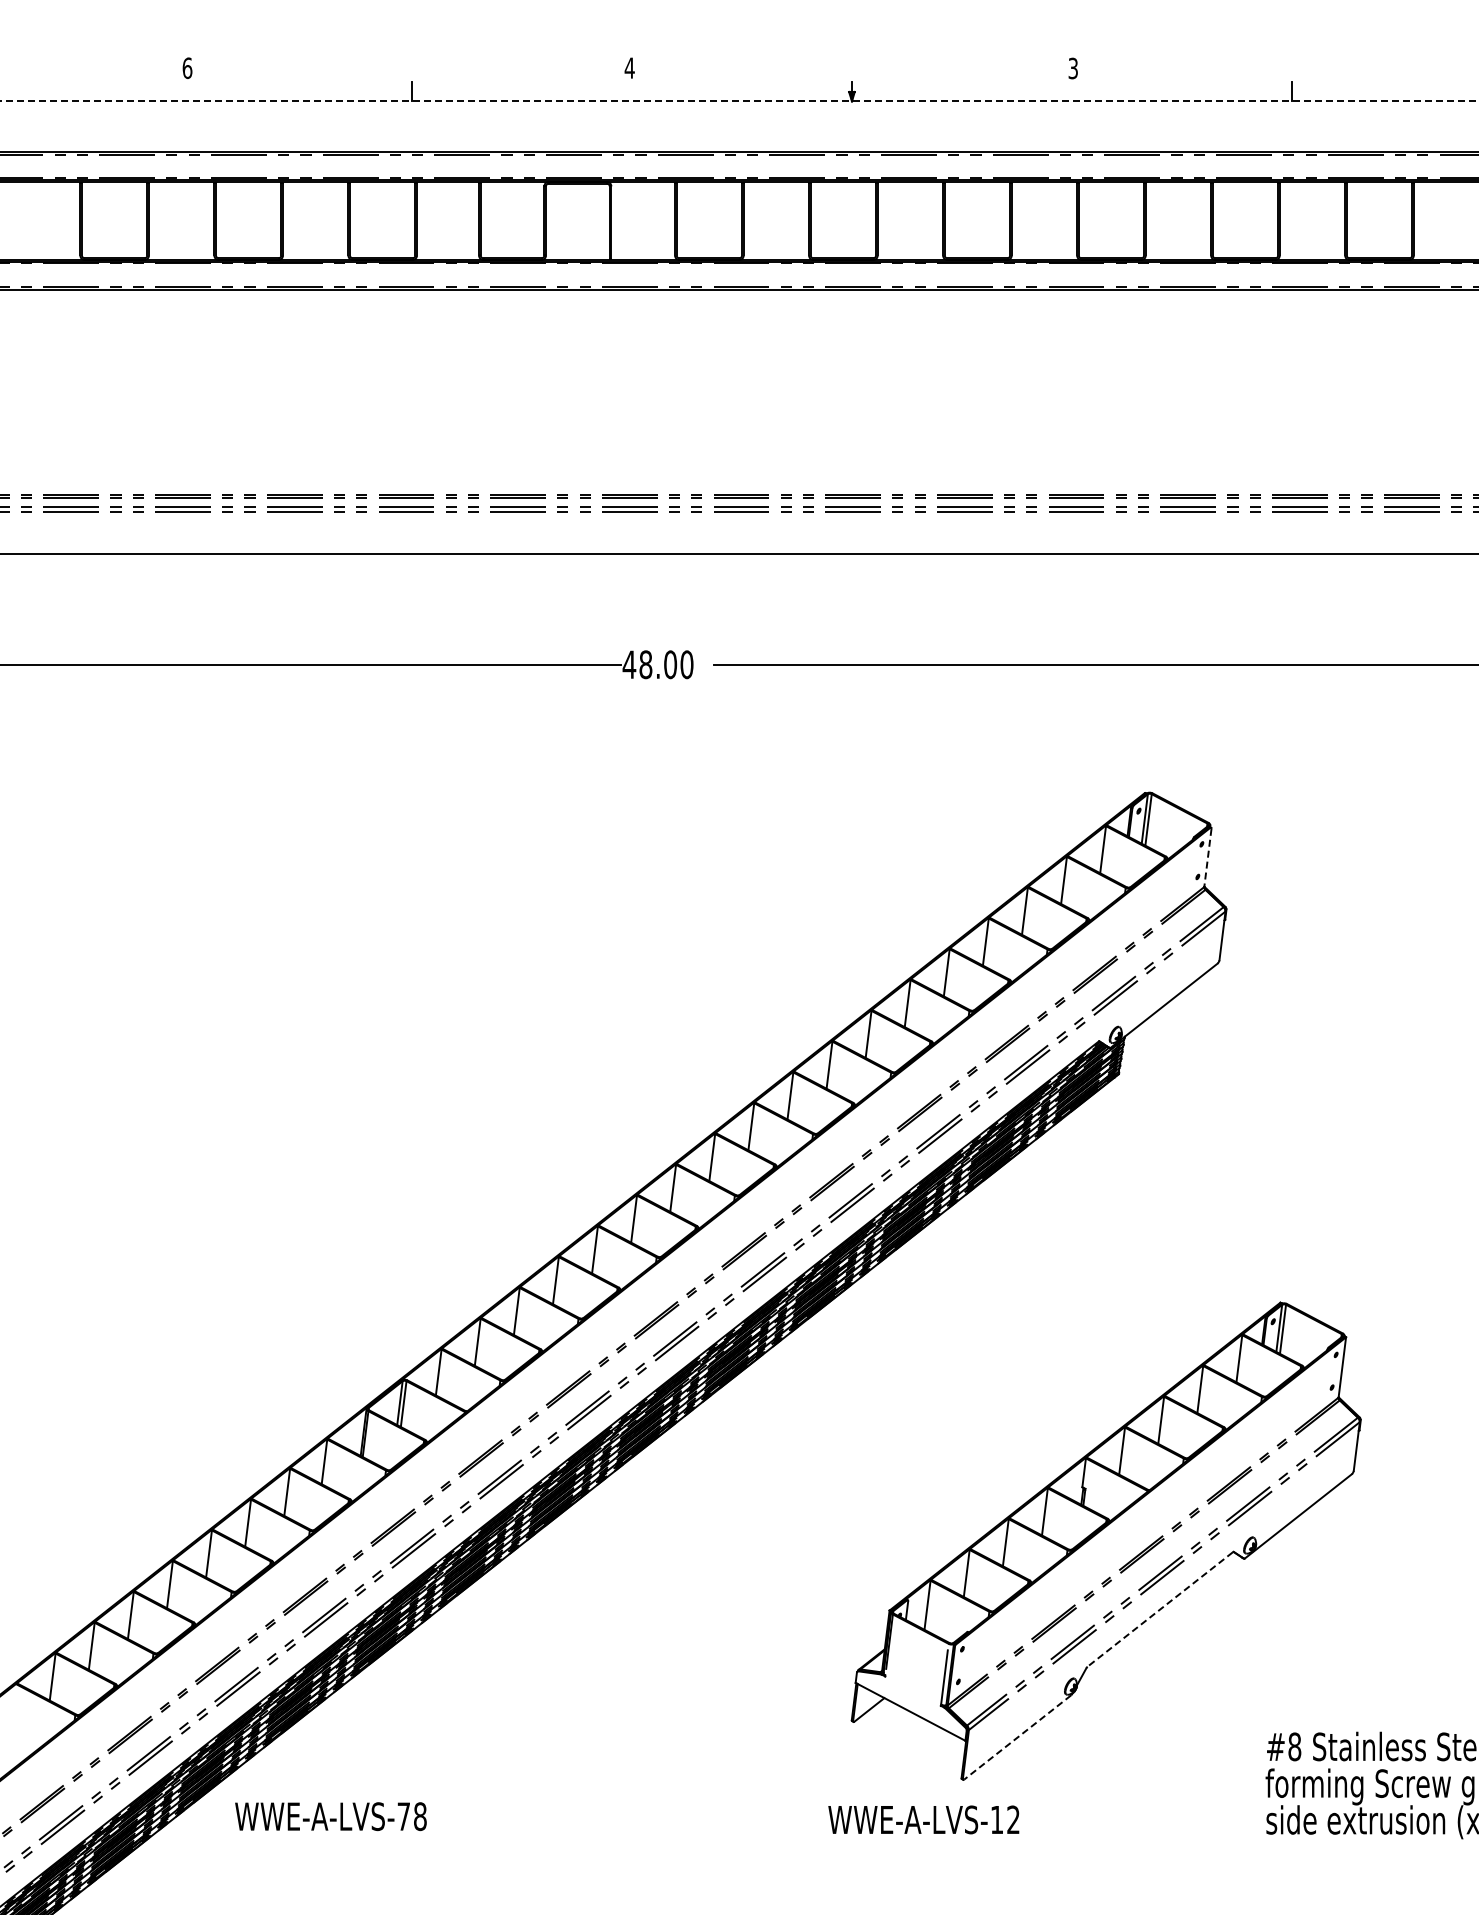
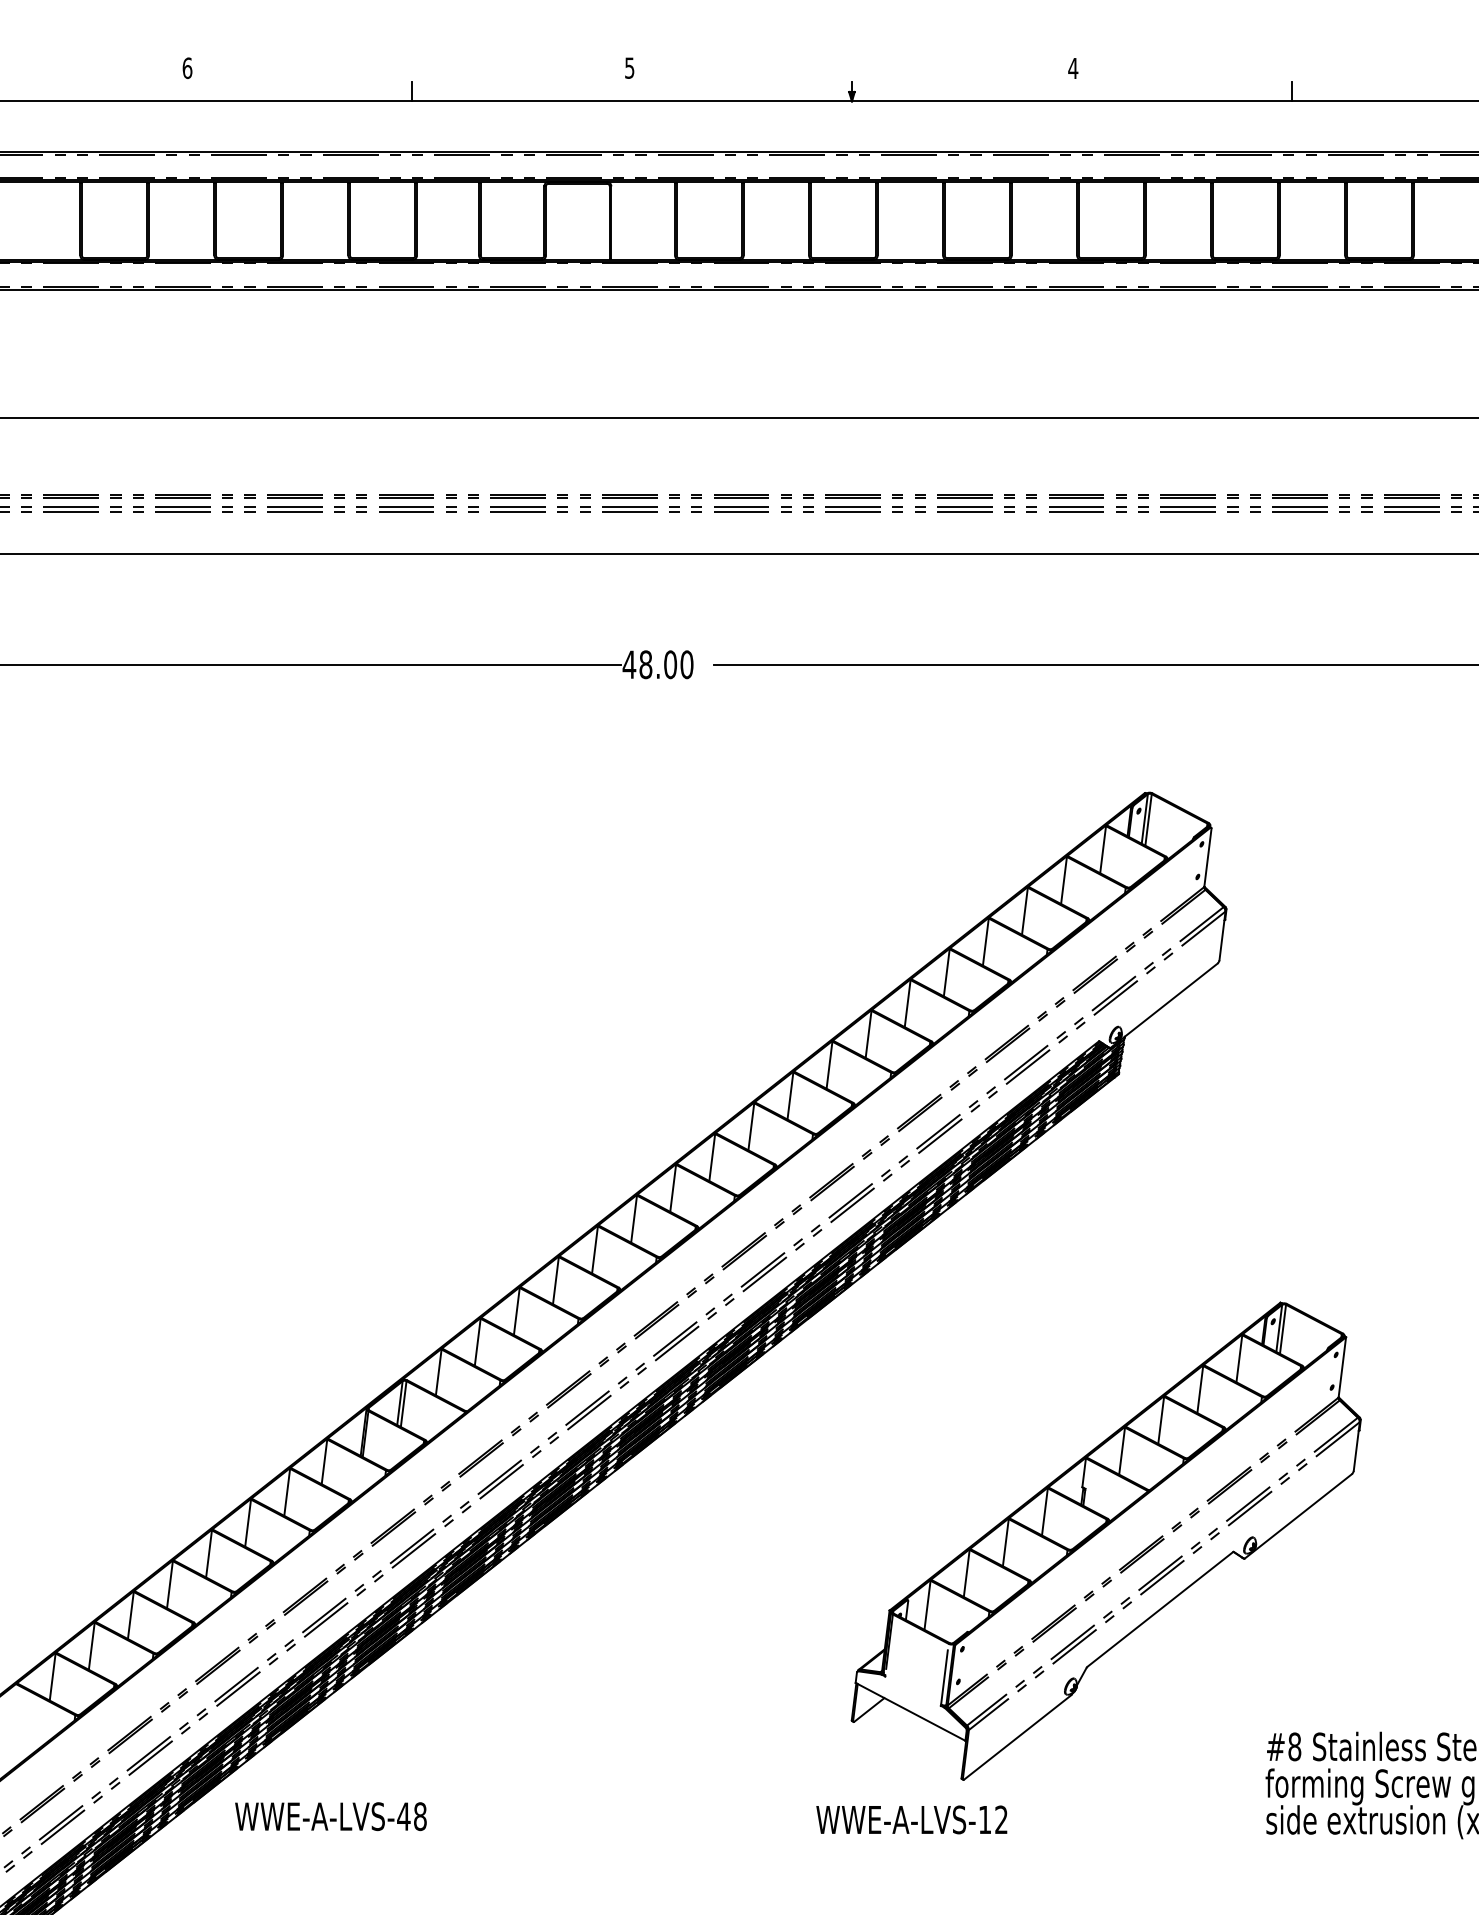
text at (629, 67): 4 -> 5
text at (1073, 68): 3 -> 4
line at (739, 101): dashed -> solid
line at (738, 418): none -> present
line at (1207, 858): dashed -> solid
line at (1159, 1609): dashed -> solid
line at (1017, 1737): dashed -> solid
text at (403, 1816): WWE-A-LVS-78 -> WWE-A-LVS-48
text at (923, 1819) position: (923, 1819) -> (911, 1819)
